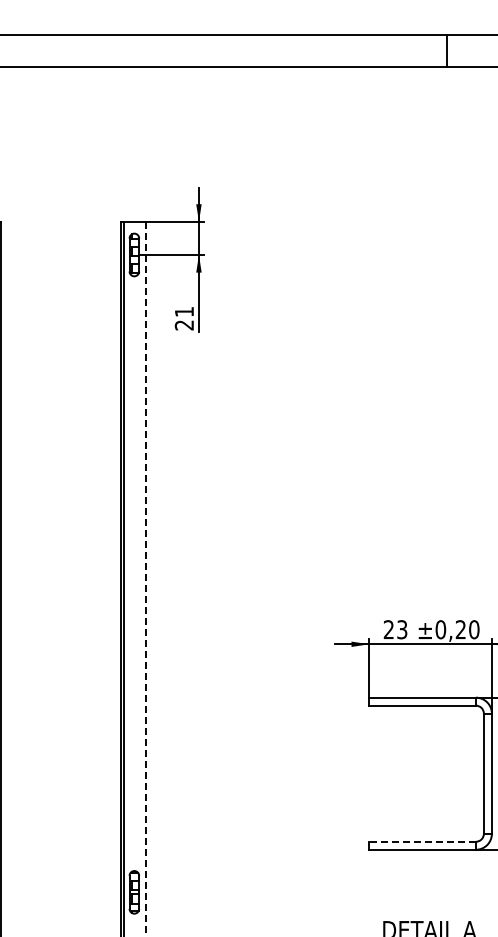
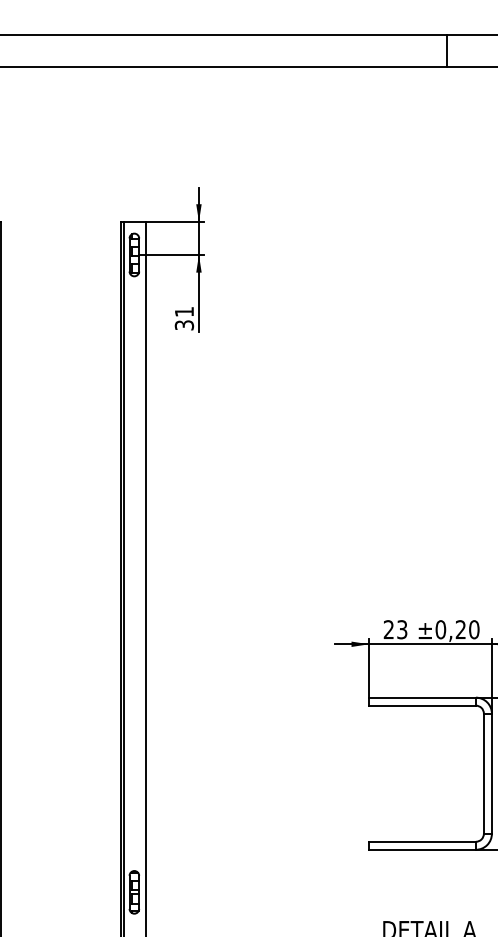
text at (184, 325): 21 -> 31
line at (145, 579): dashed -> solid
line at (422, 841): dashed -> solid
